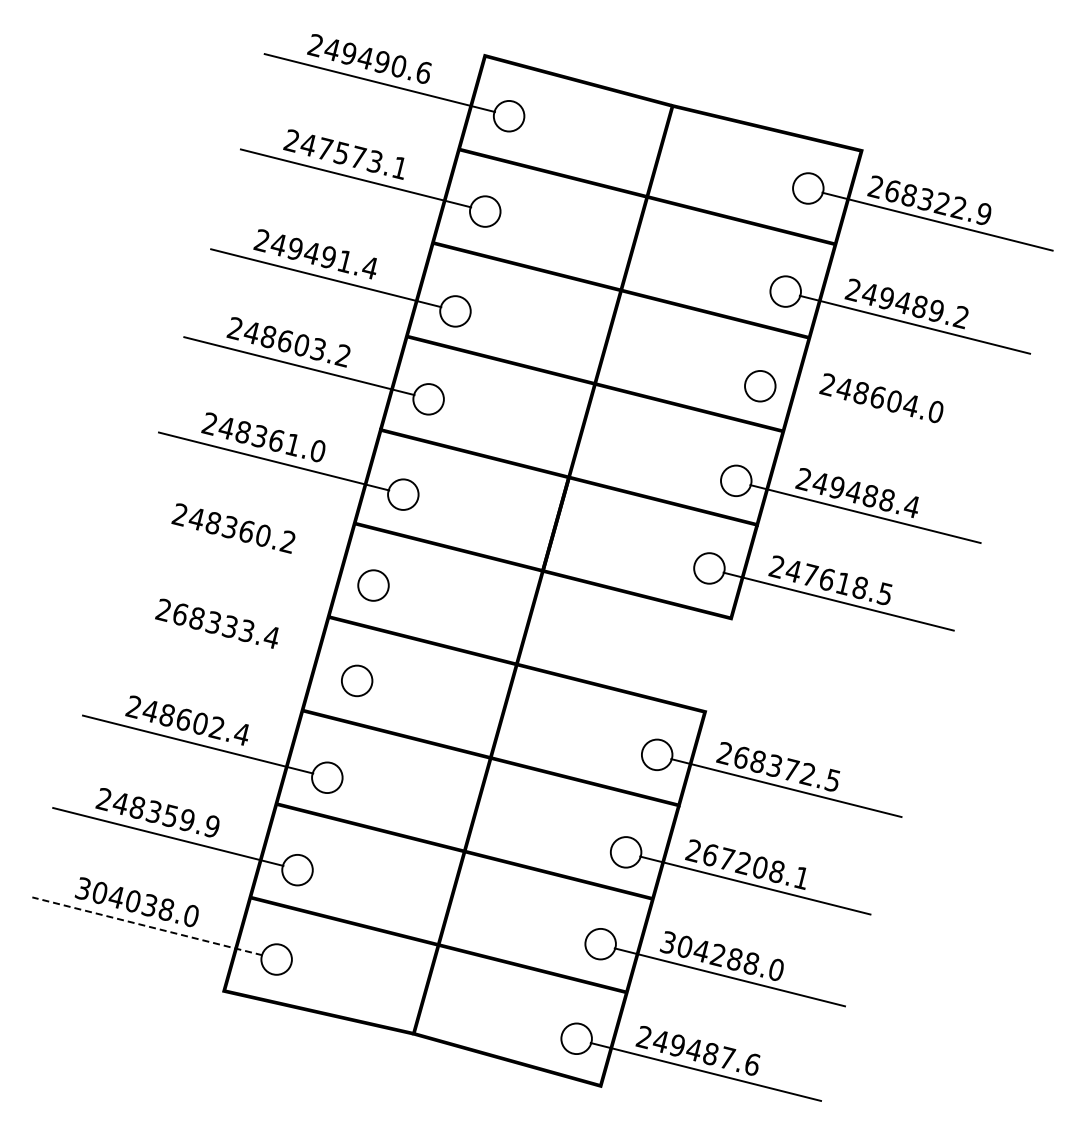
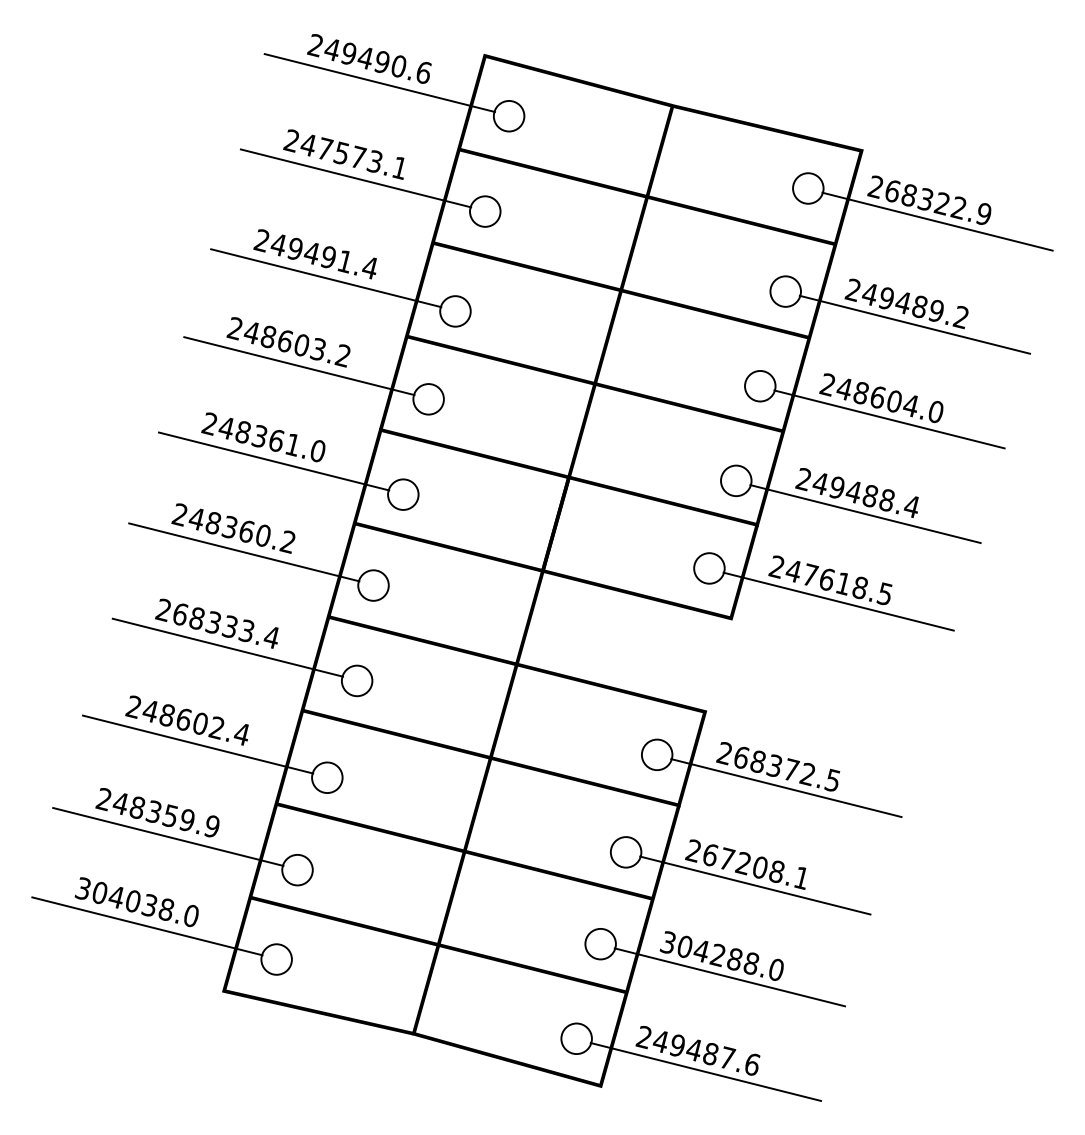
line at (889, 419): none -> present
line at (244, 552): none -> present
line at (227, 647): none -> present
line at (147, 926): dashed -> solid
